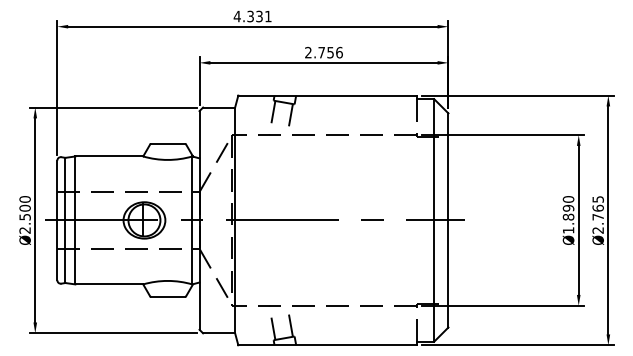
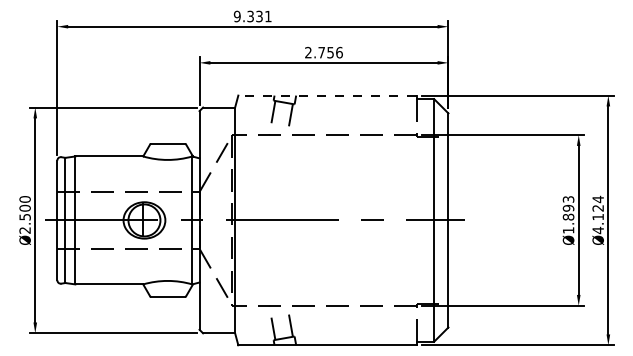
text at (236, 16): 4.331 -> 9.331
line at (326, 95): solid -> dashed
text at (568, 199): Ø1.890 -> Ø1.893
text at (597, 214): Ø2.765 -> Ø4.124
